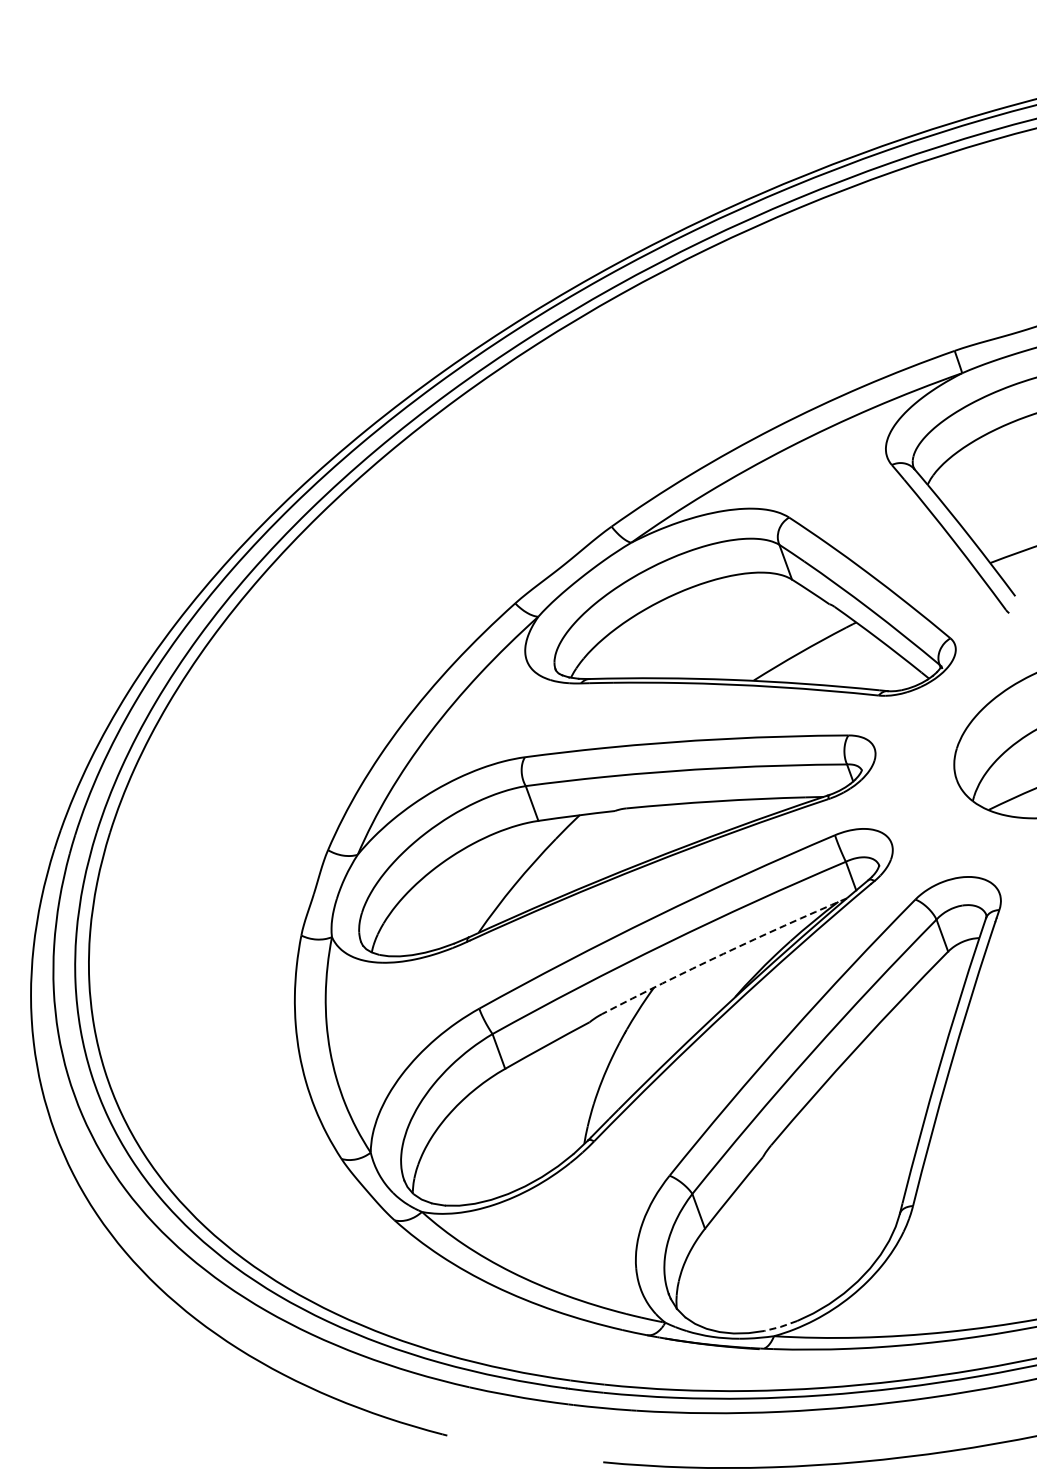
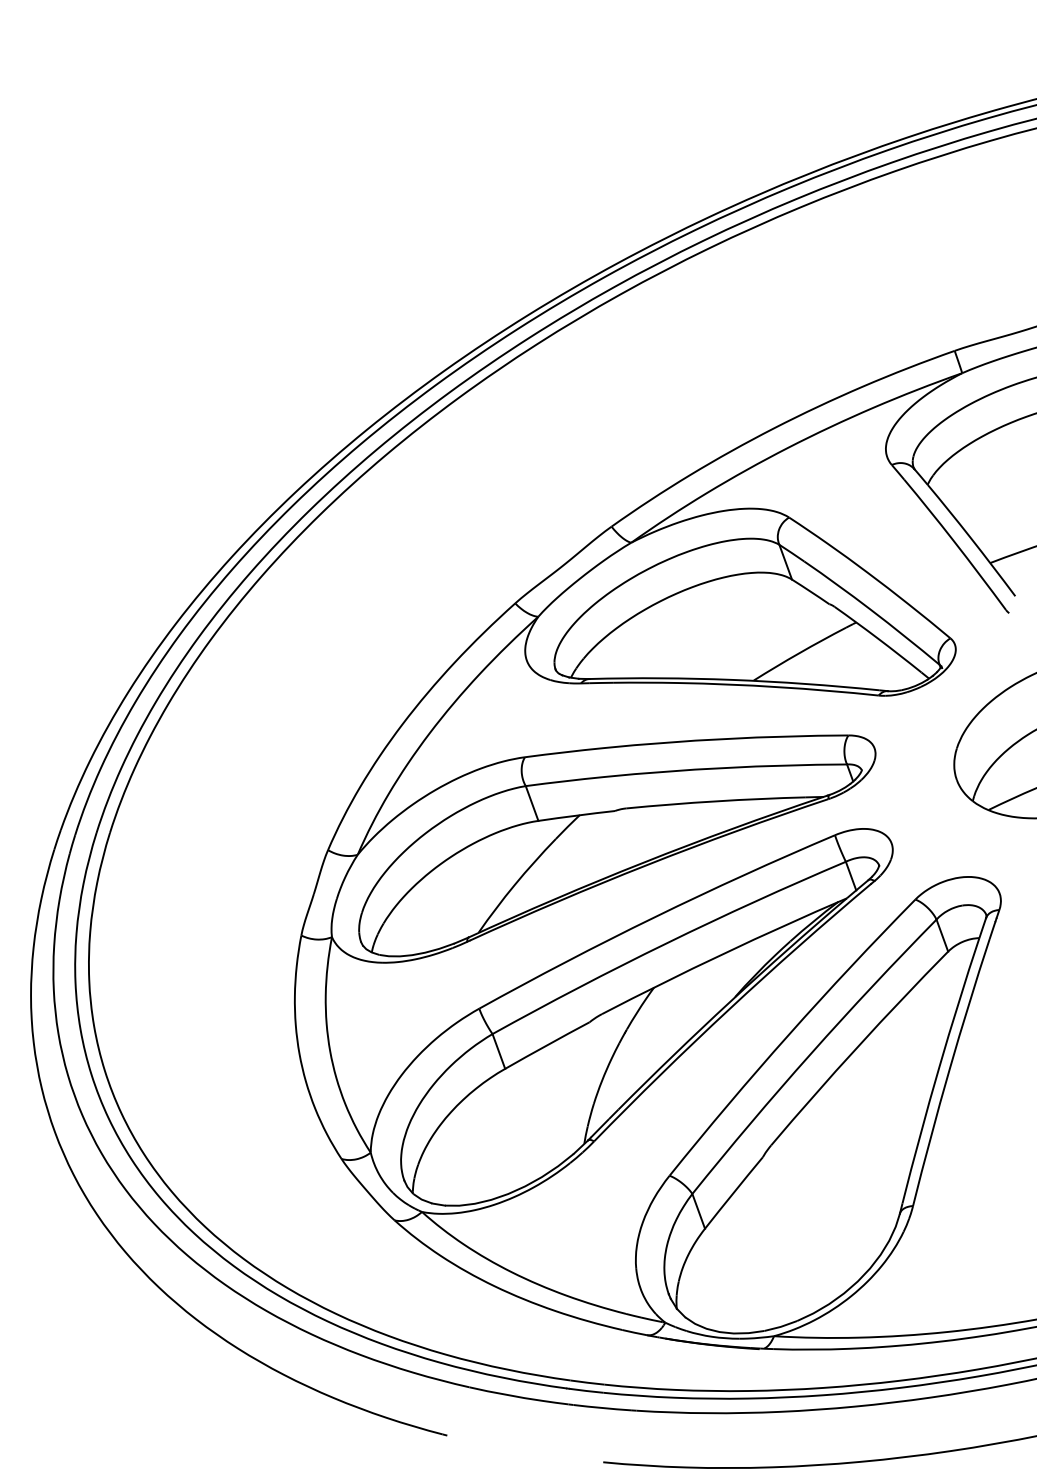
arc at (723, 953): dashed -> solid
line at (780, 1326): dashed -> solid
